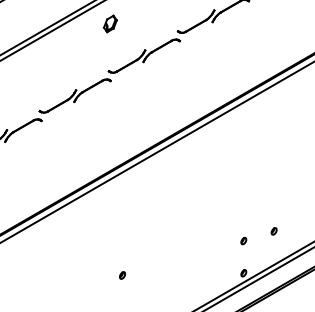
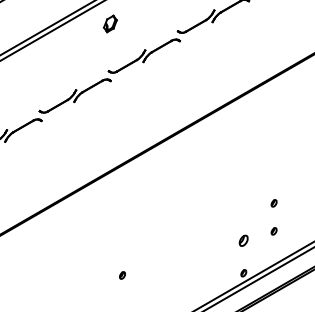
line at (156, 152): present -> none
part at (273, 203): none -> present
part at (243, 241) size: 8x9 px -> 11x13 px
